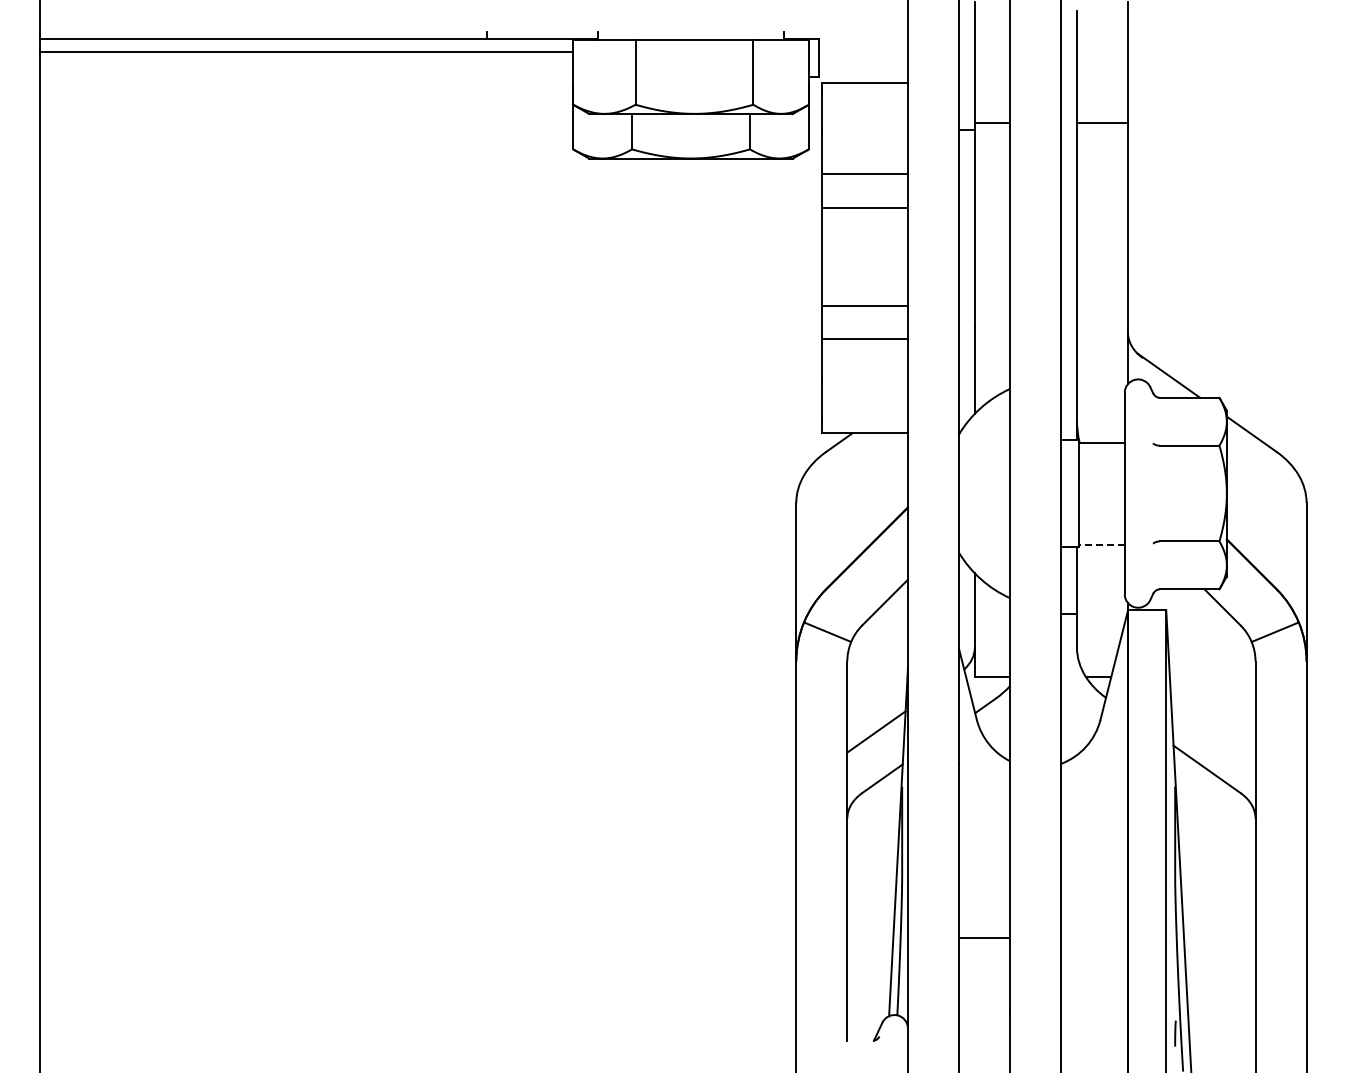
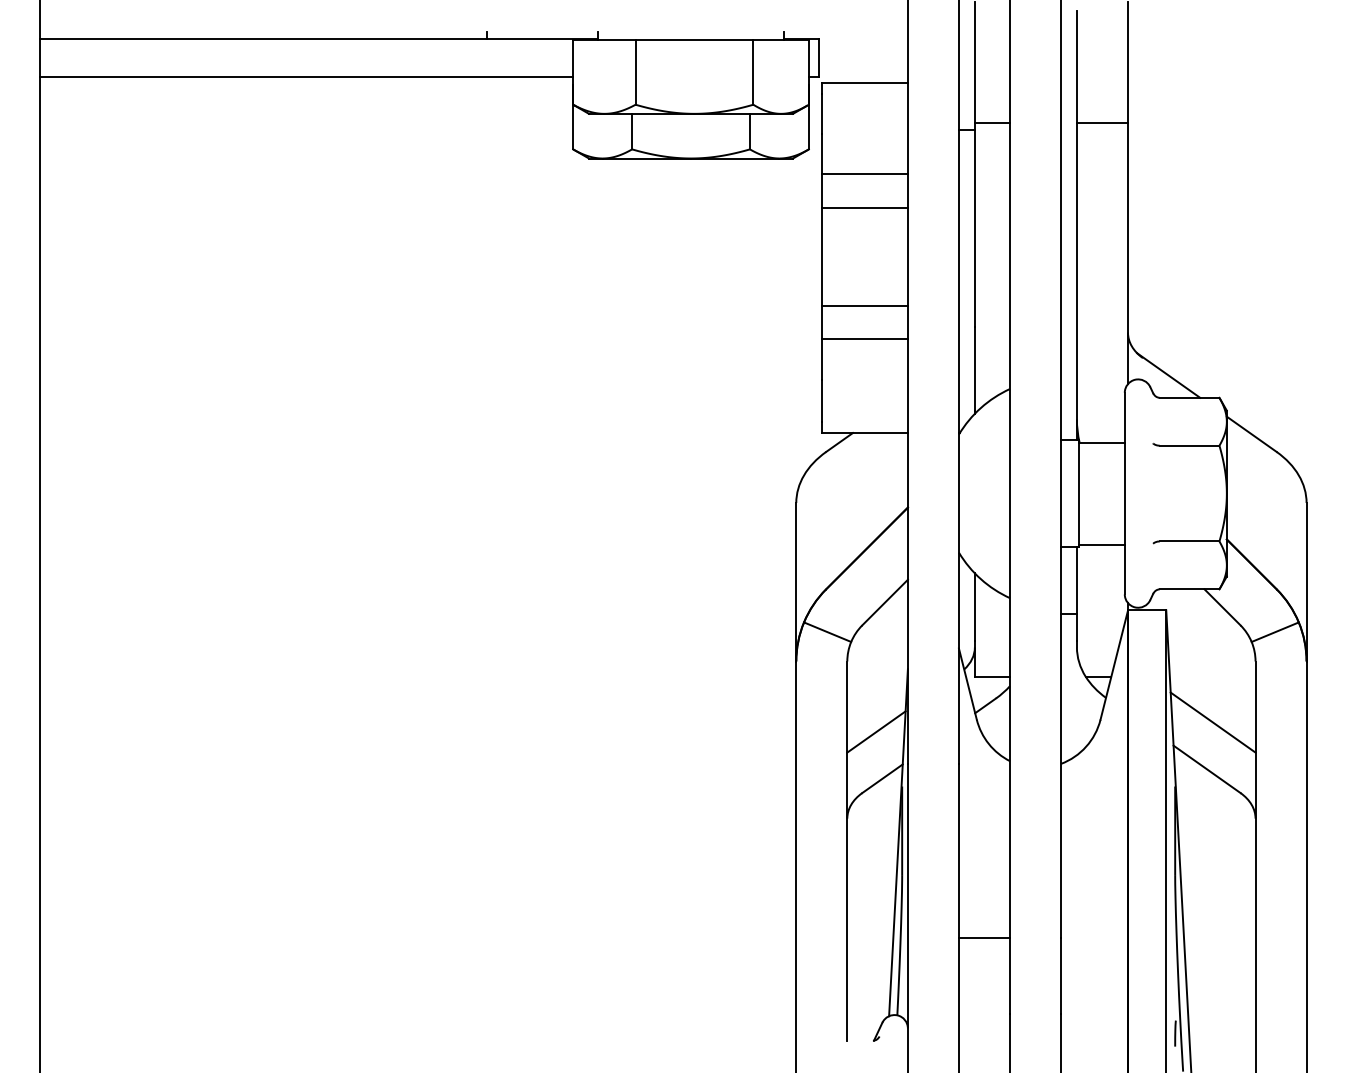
line at (306, 51) position: (306, 51) -> (306, 76)
line at (1101, 544): dashed -> solid
line at (1212, 722): none -> present
